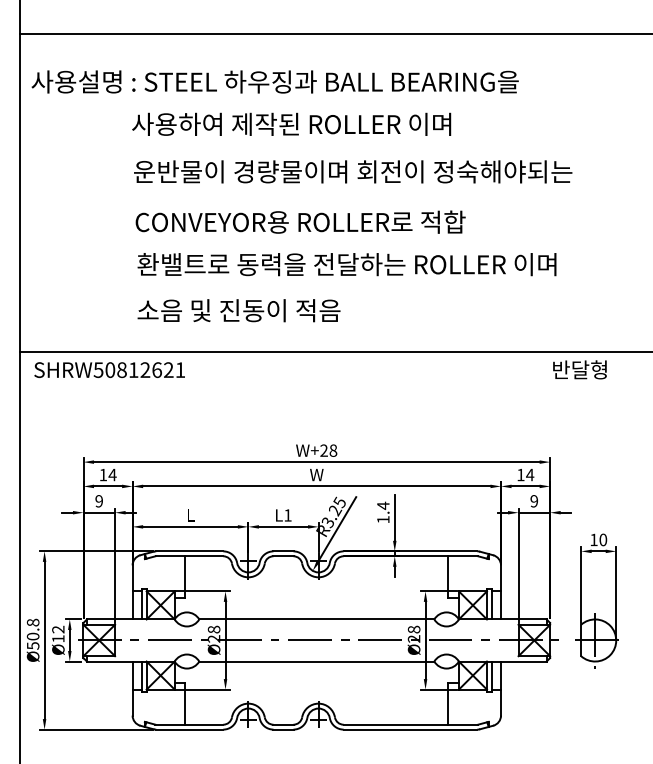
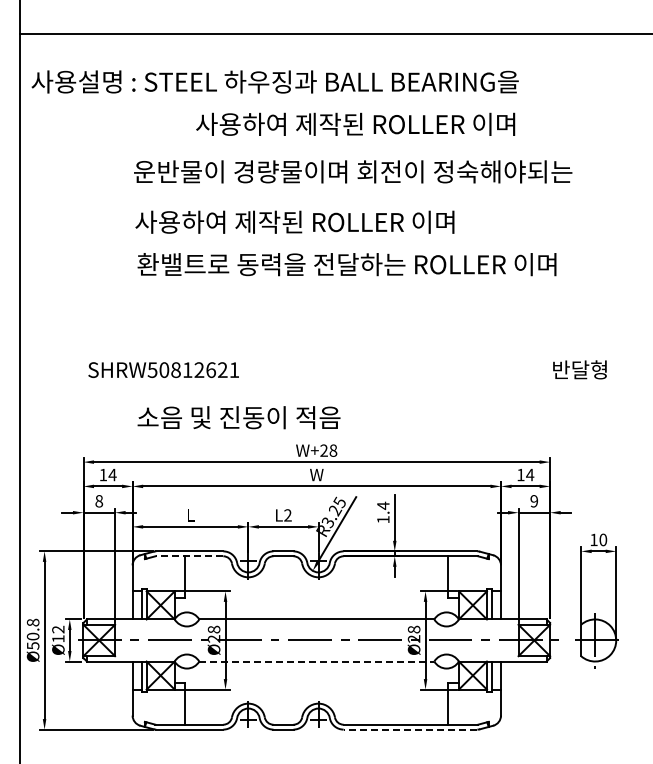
text at (291, 123) position: (291, 123) -> (355, 123)
text at (300, 221): CONVEYOR용 ROLLER로 적합 -> 사용하여 제작된 ROLLER 이며
text at (238, 310) position: (238, 310) -> (238, 417)
line at (334, 352): present -> none
text at (109, 369) position: (109, 369) -> (163, 369)
text at (99, 501): 9 -> 8
text at (287, 515): L1 -> L2
line at (189, 556): solid -> dashed
line at (316, 661): solid -> dashed
line at (410, 729): solid -> dashed
